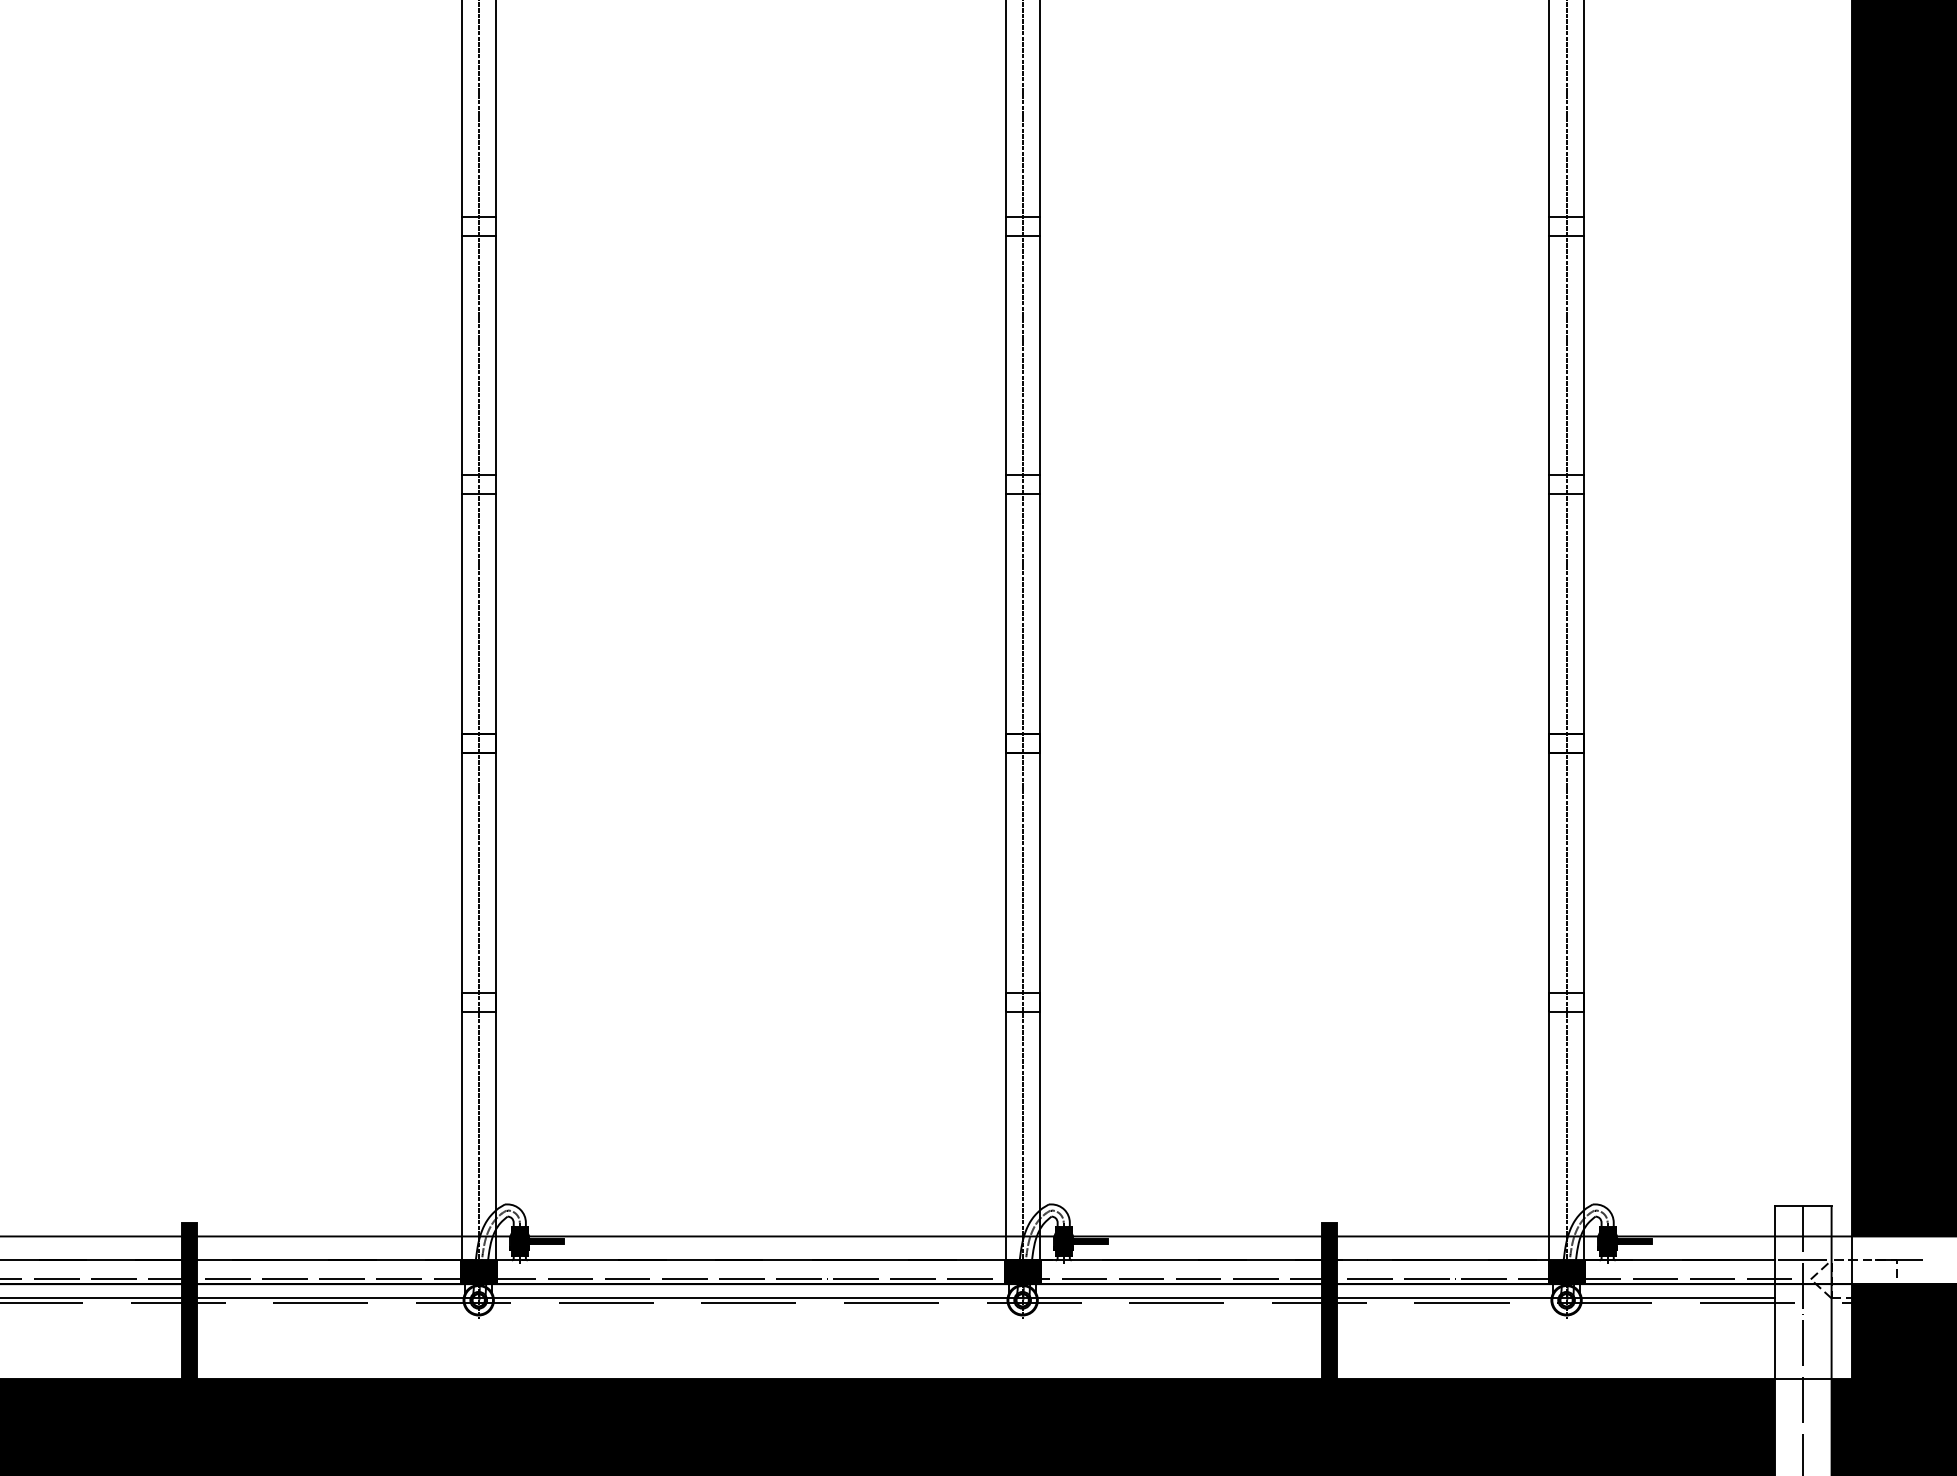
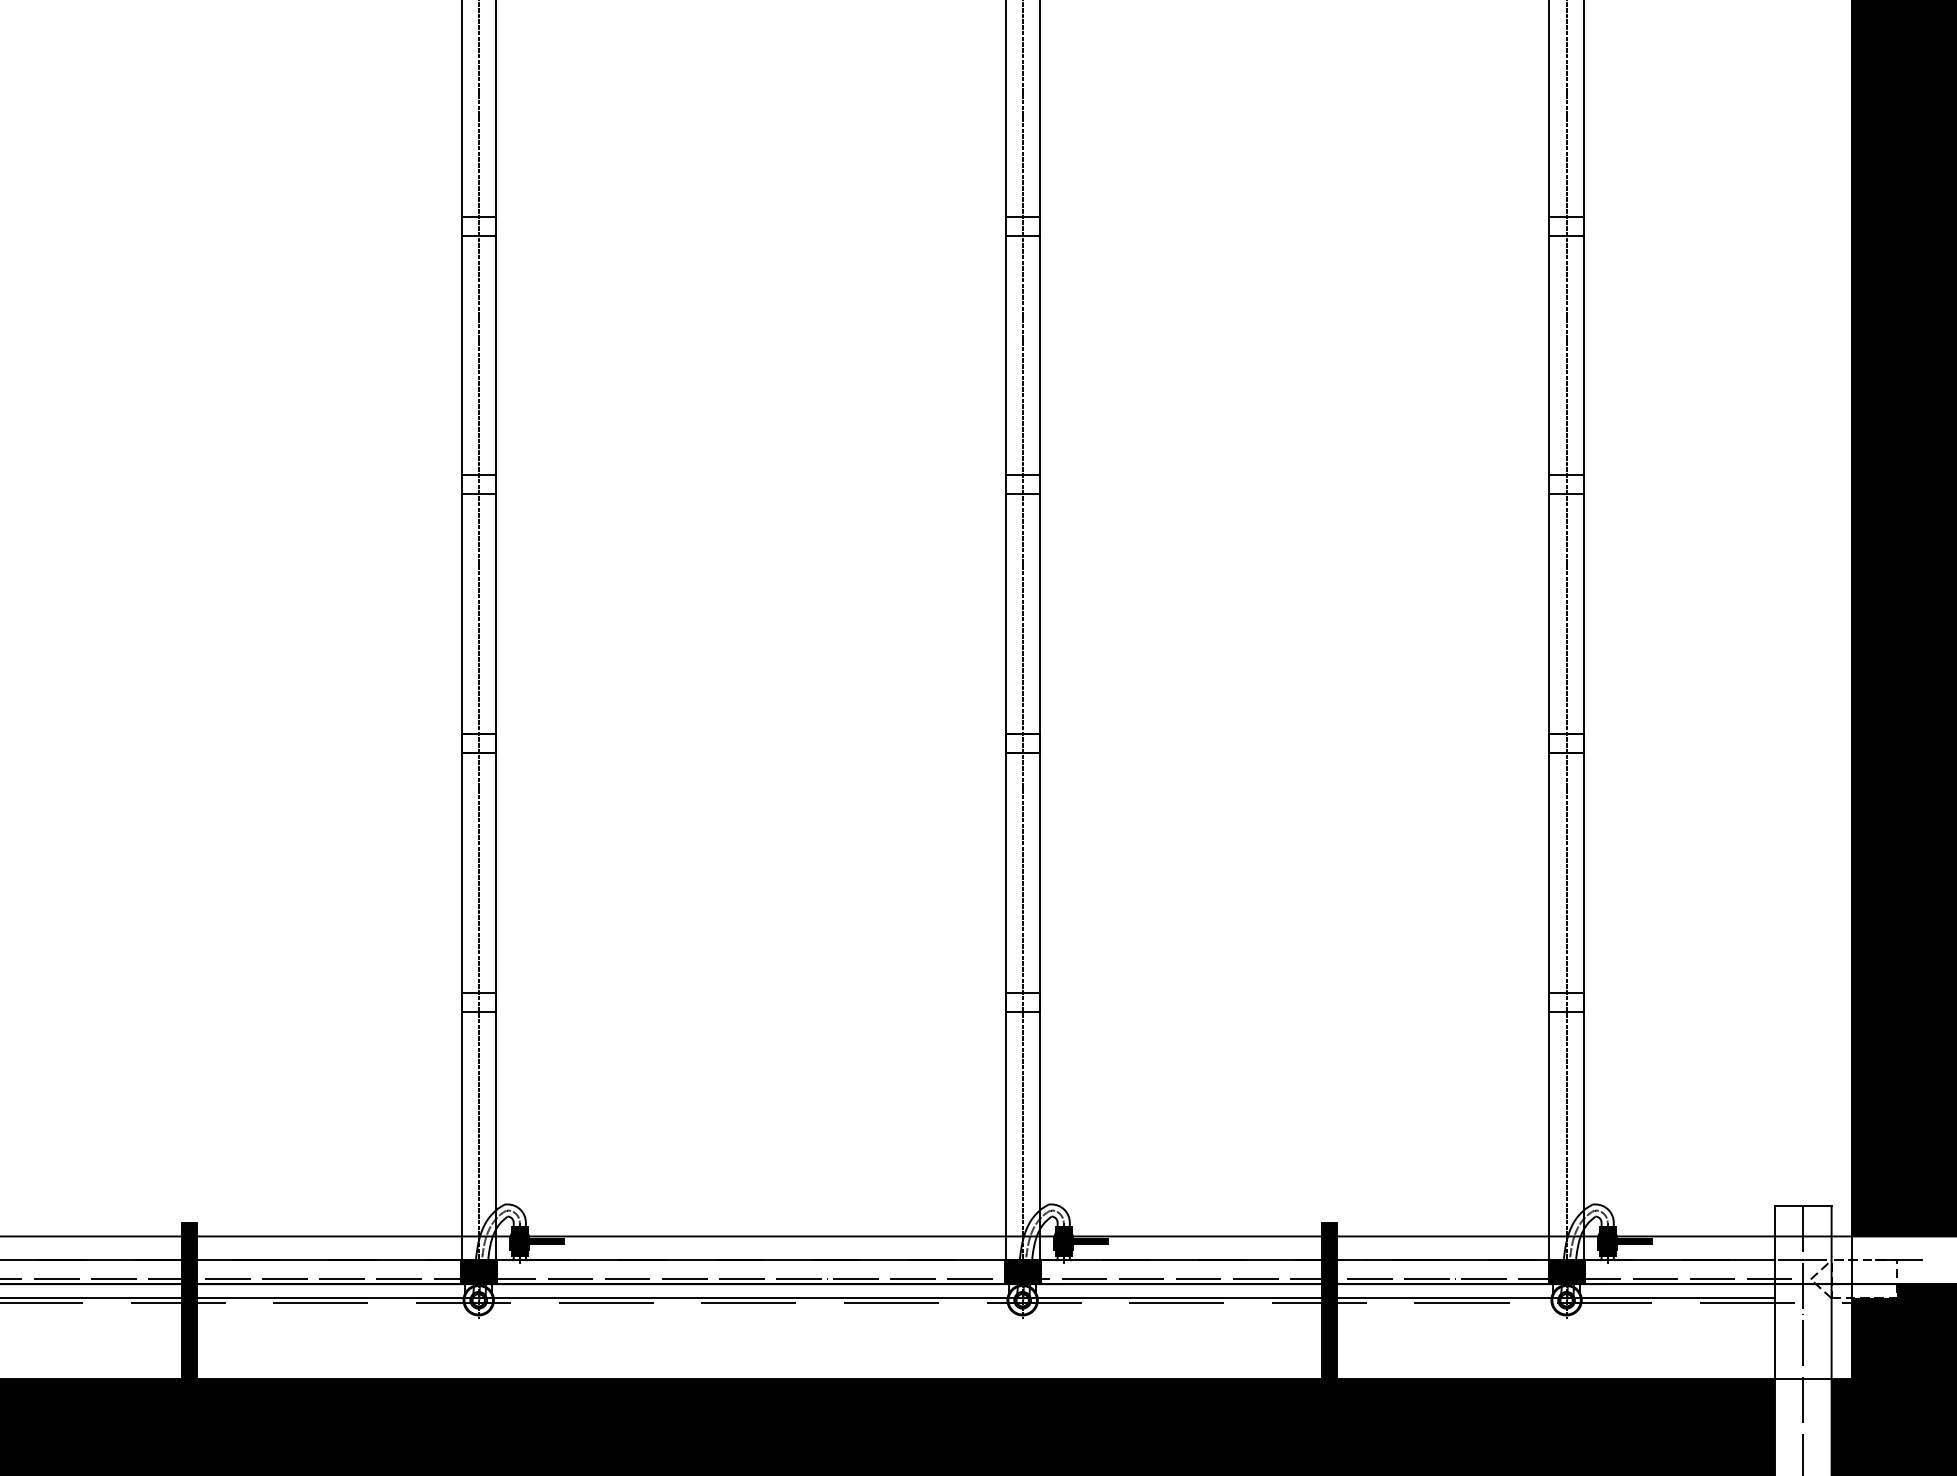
fill at (1874, 1291): present -> none
